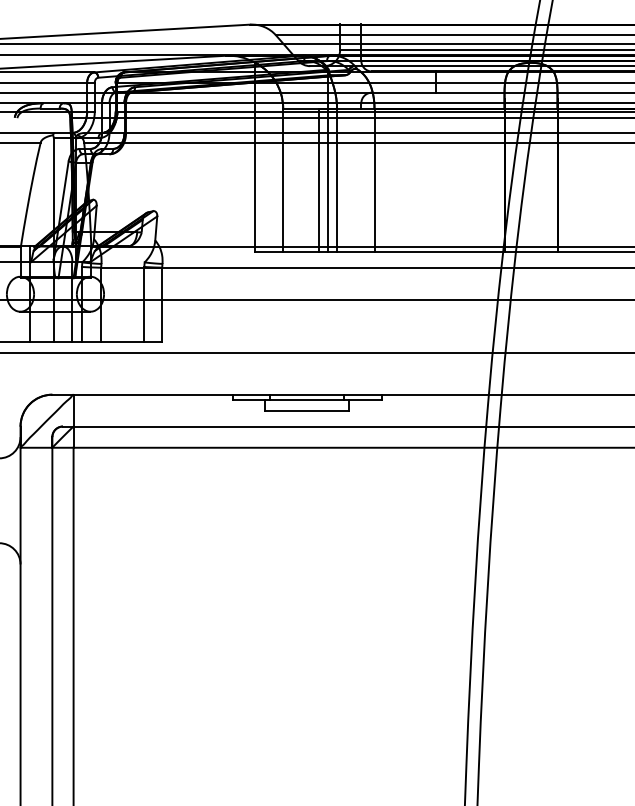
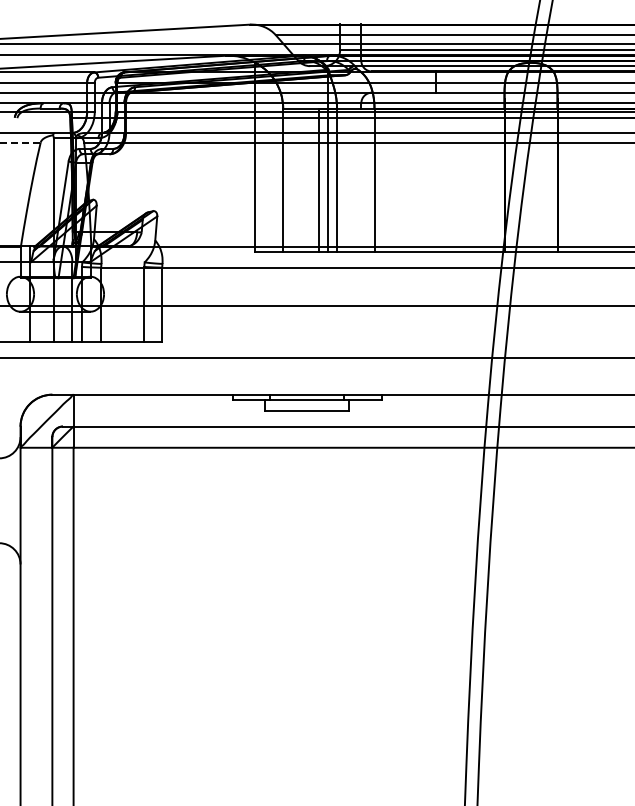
line at (20, 142): solid -> dashed
line at (316, 299) position: (316, 299) -> (316, 305)
line at (316, 352) position: (316, 352) -> (316, 357)
